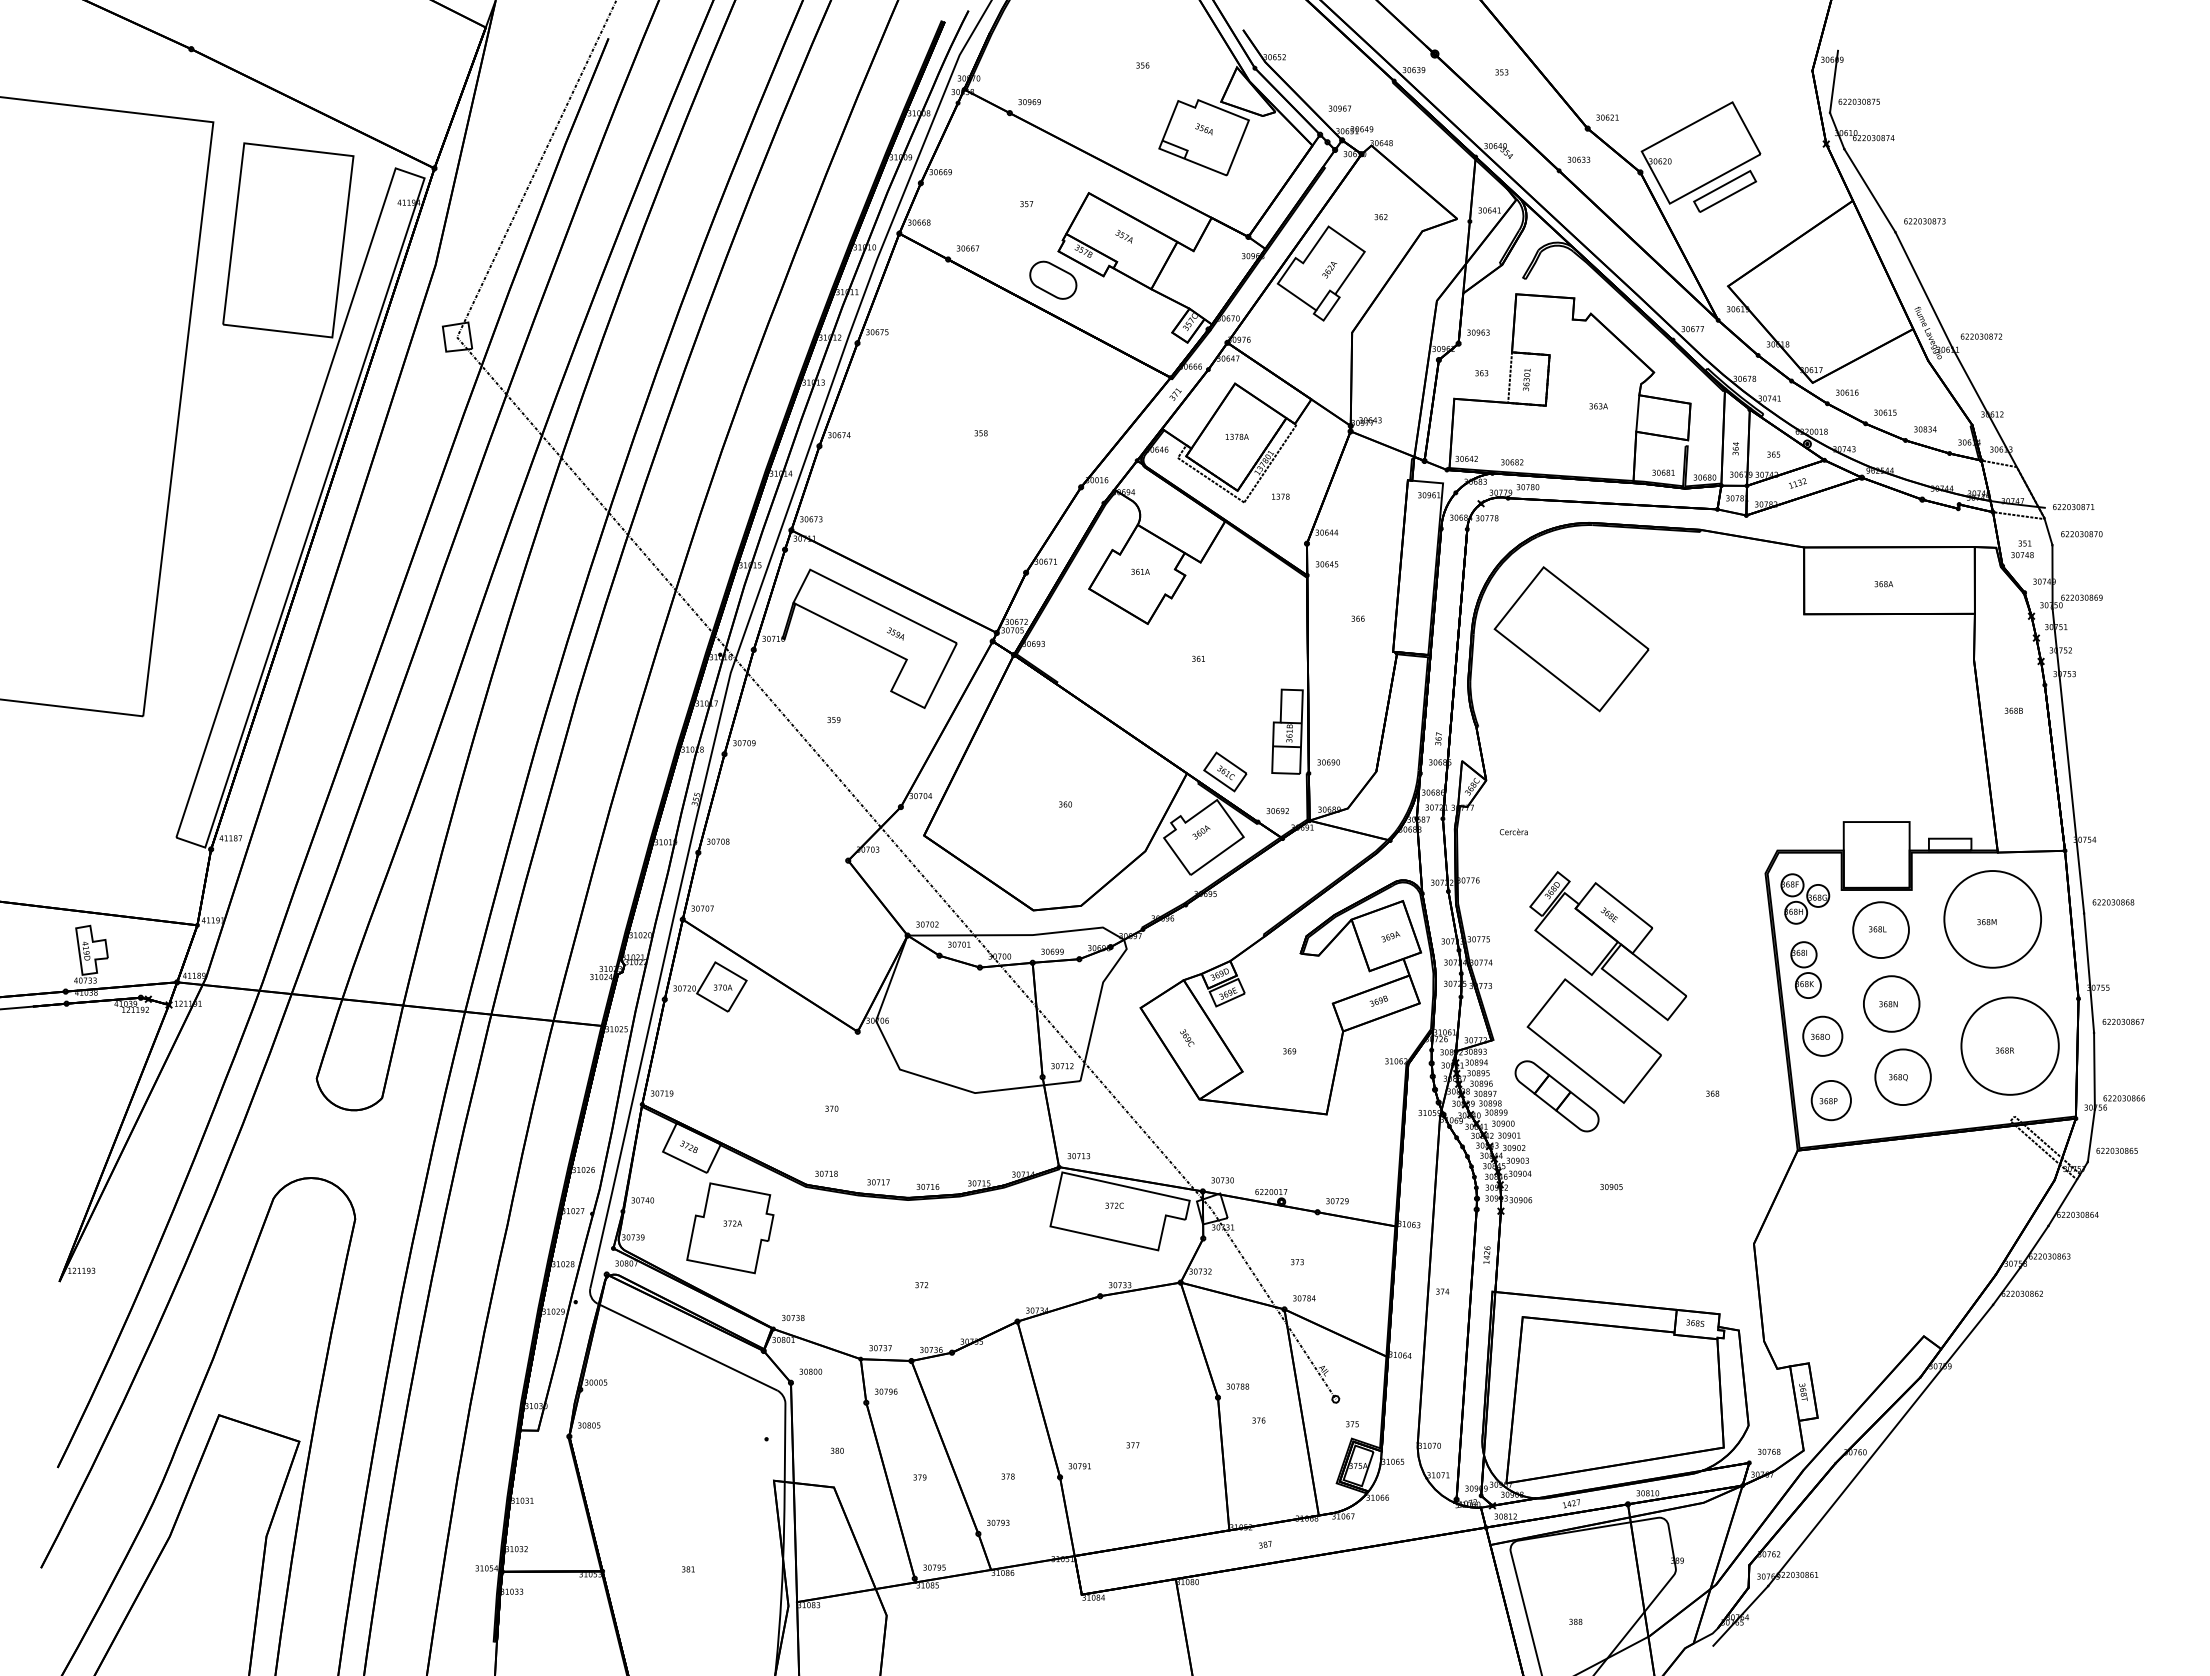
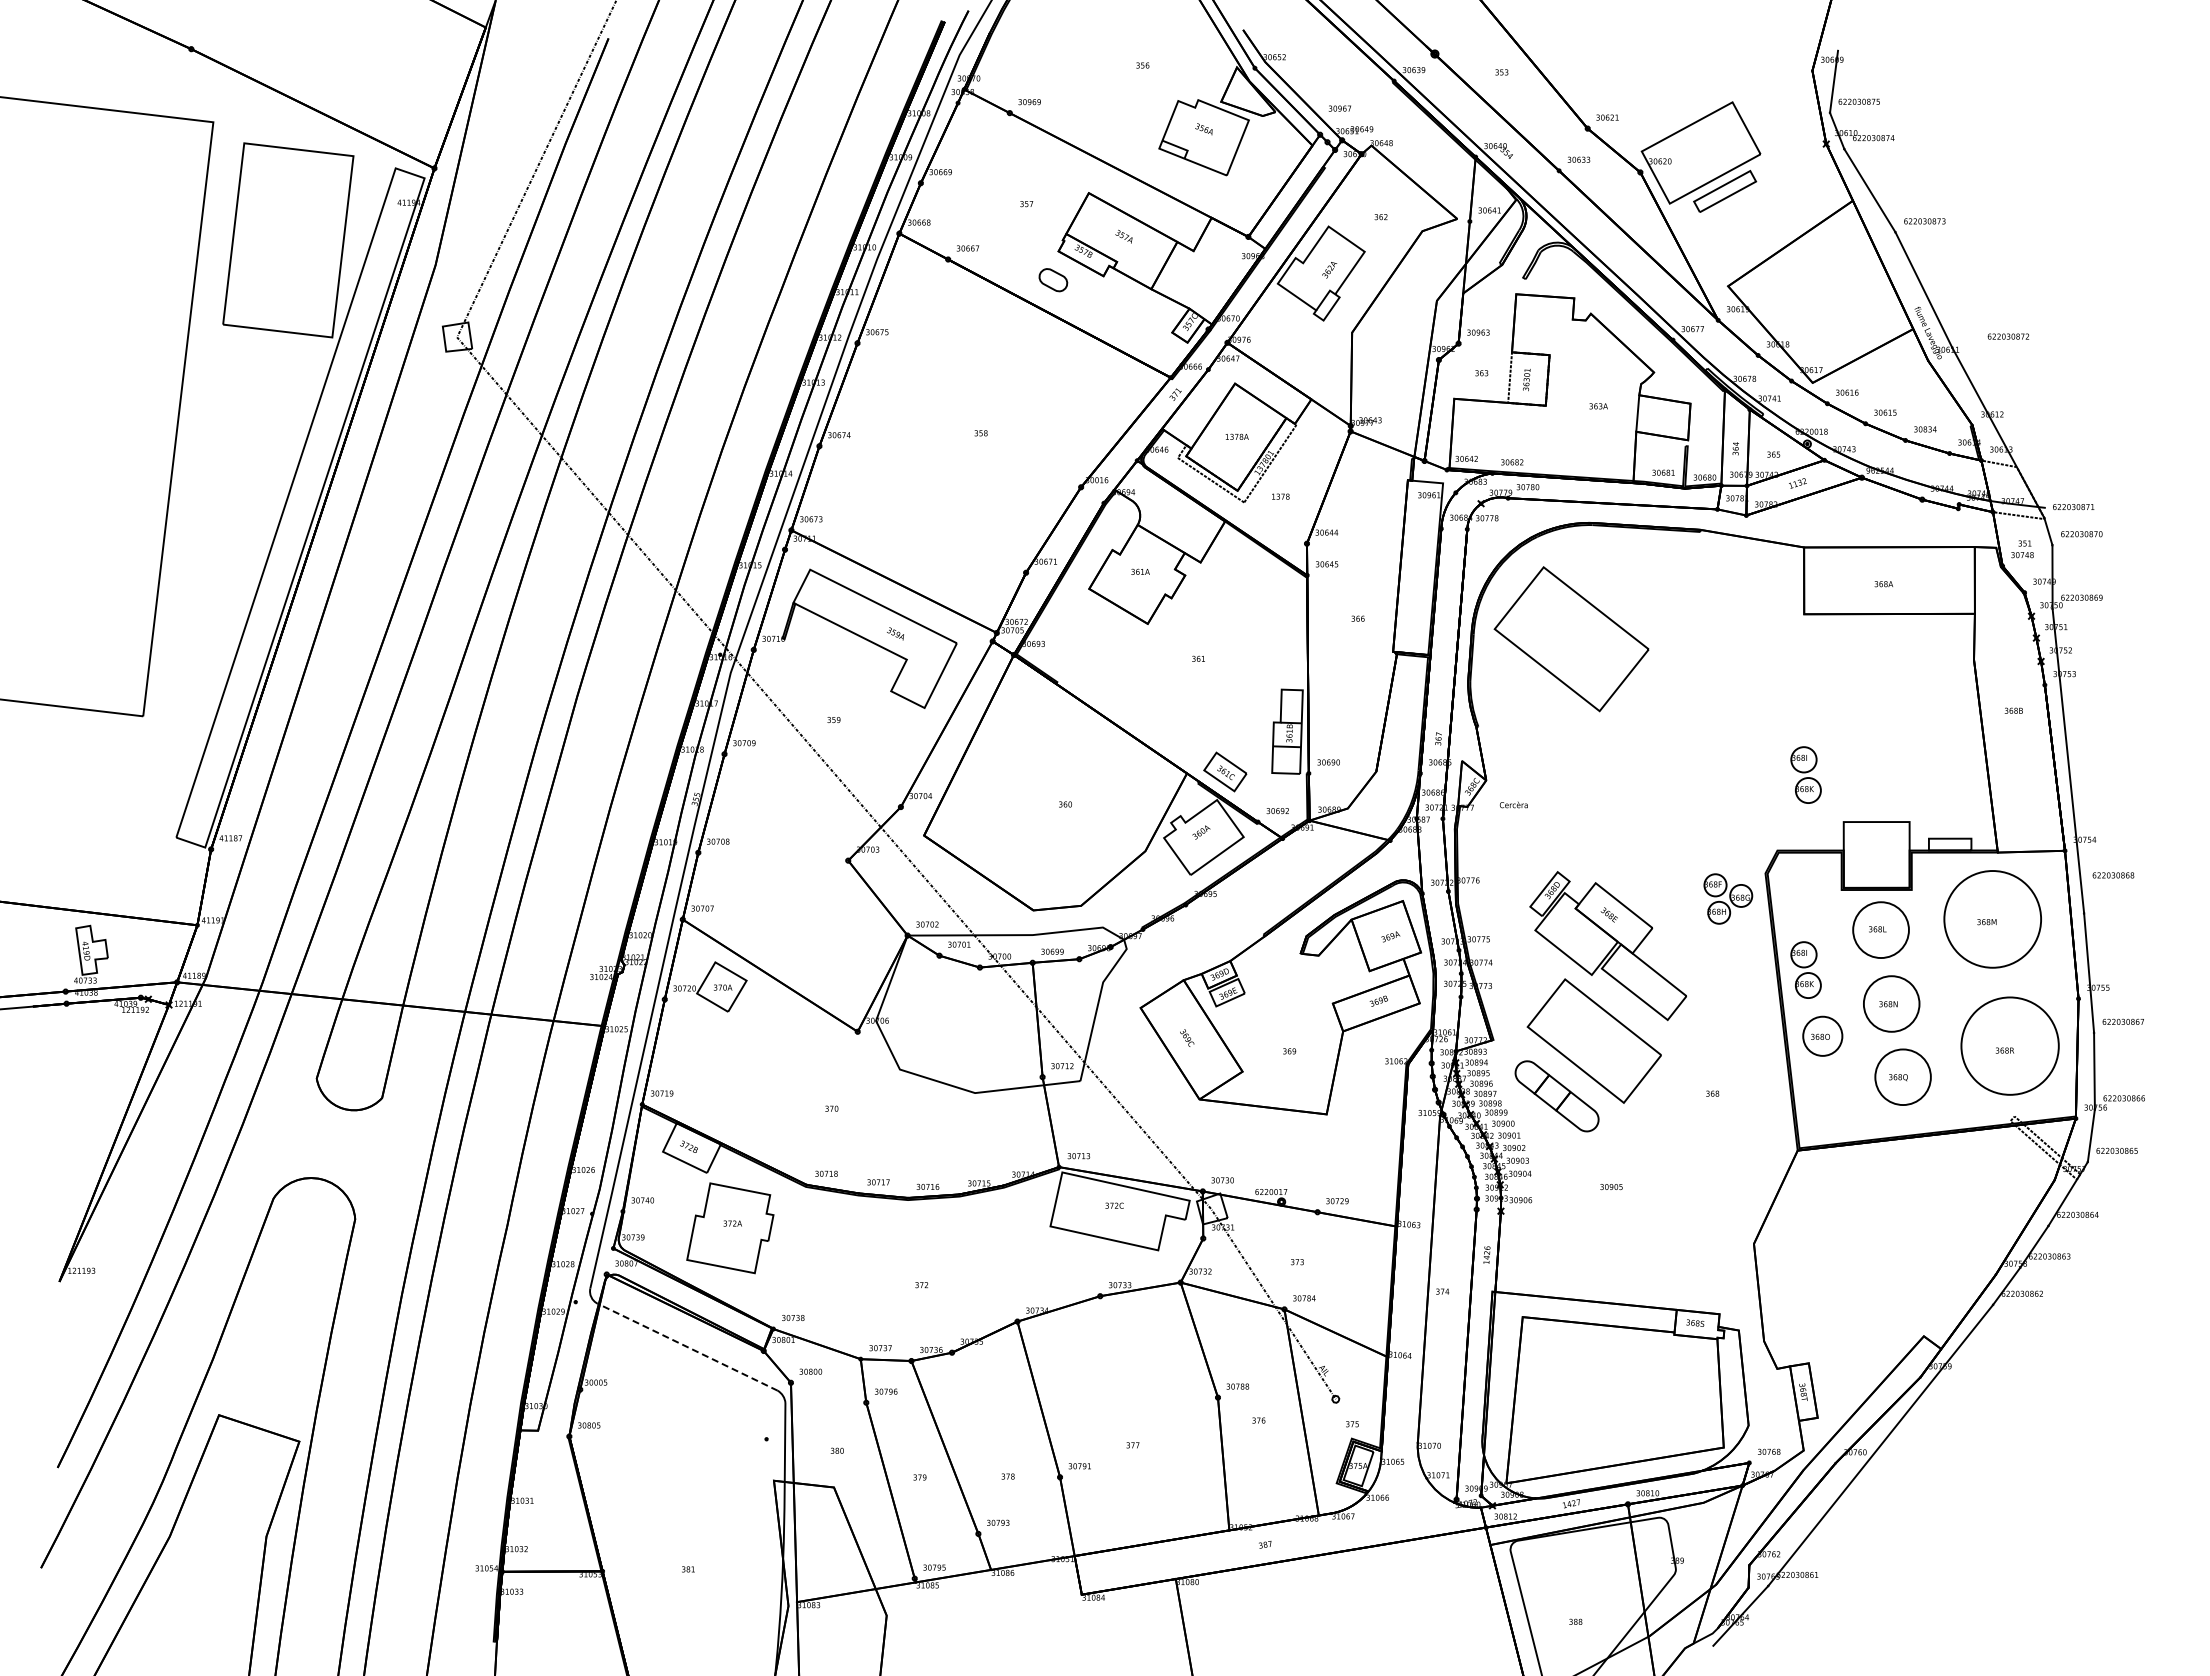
part at (1053, 279) size: 49x40 px -> 31x25 px
text at (1981, 336) position: (1981, 336) -> (2008, 336)
part at (1805, 774): none -> present
text at (1513, 831) position: (1513, 831) -> (1513, 804)
part at (1805, 898) position: (1805, 898) -> (1728, 898)
text at (2113, 902) position: (2113, 902) -> (2113, 875)
part at (1830, 1100): present -> none
line at (687, 1347): solid -> dashed
